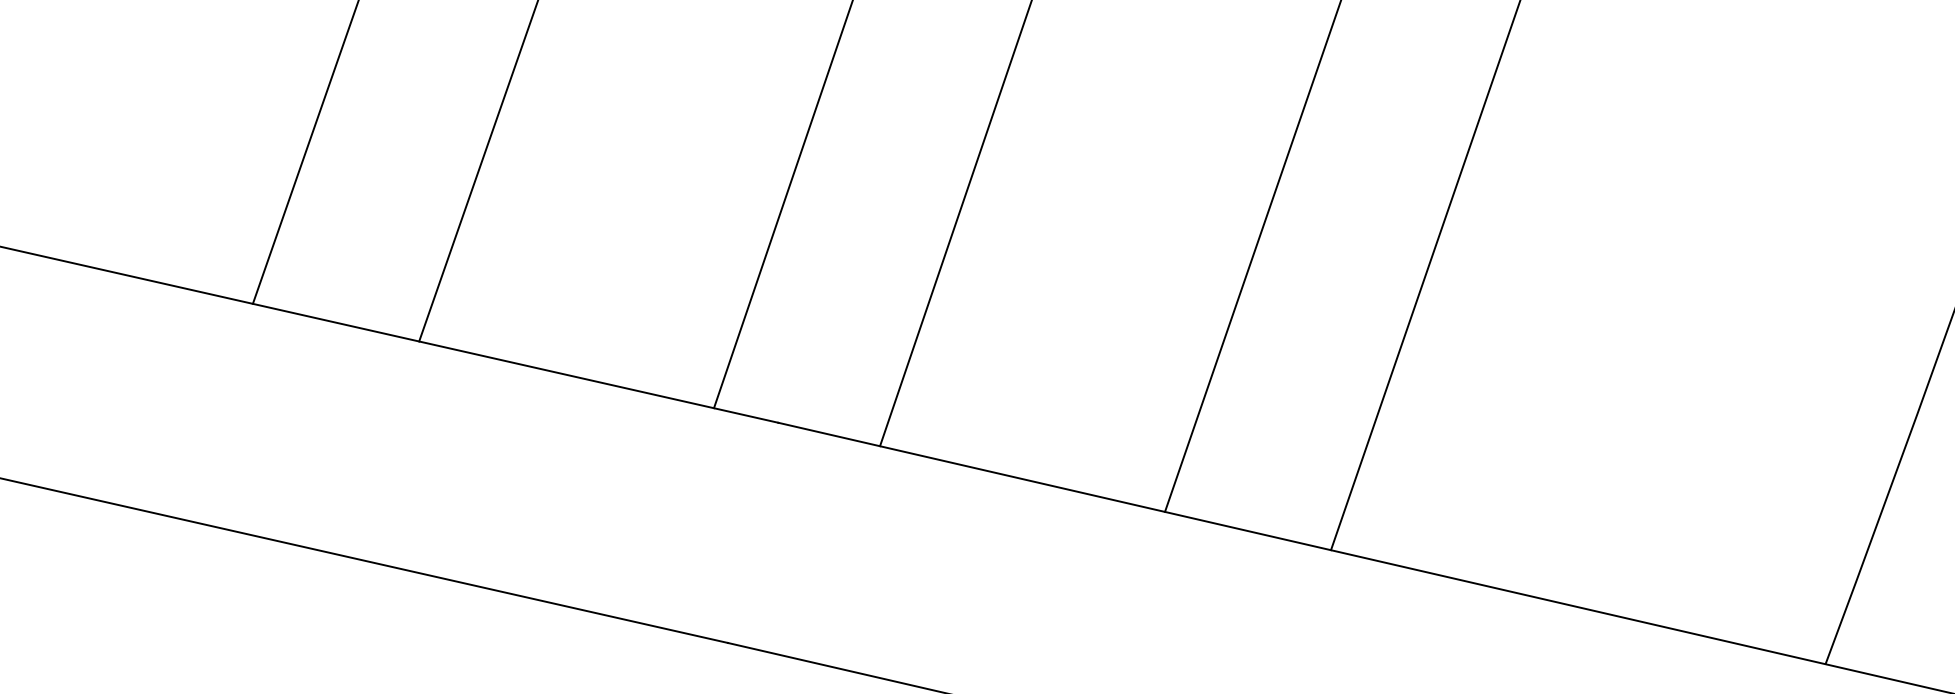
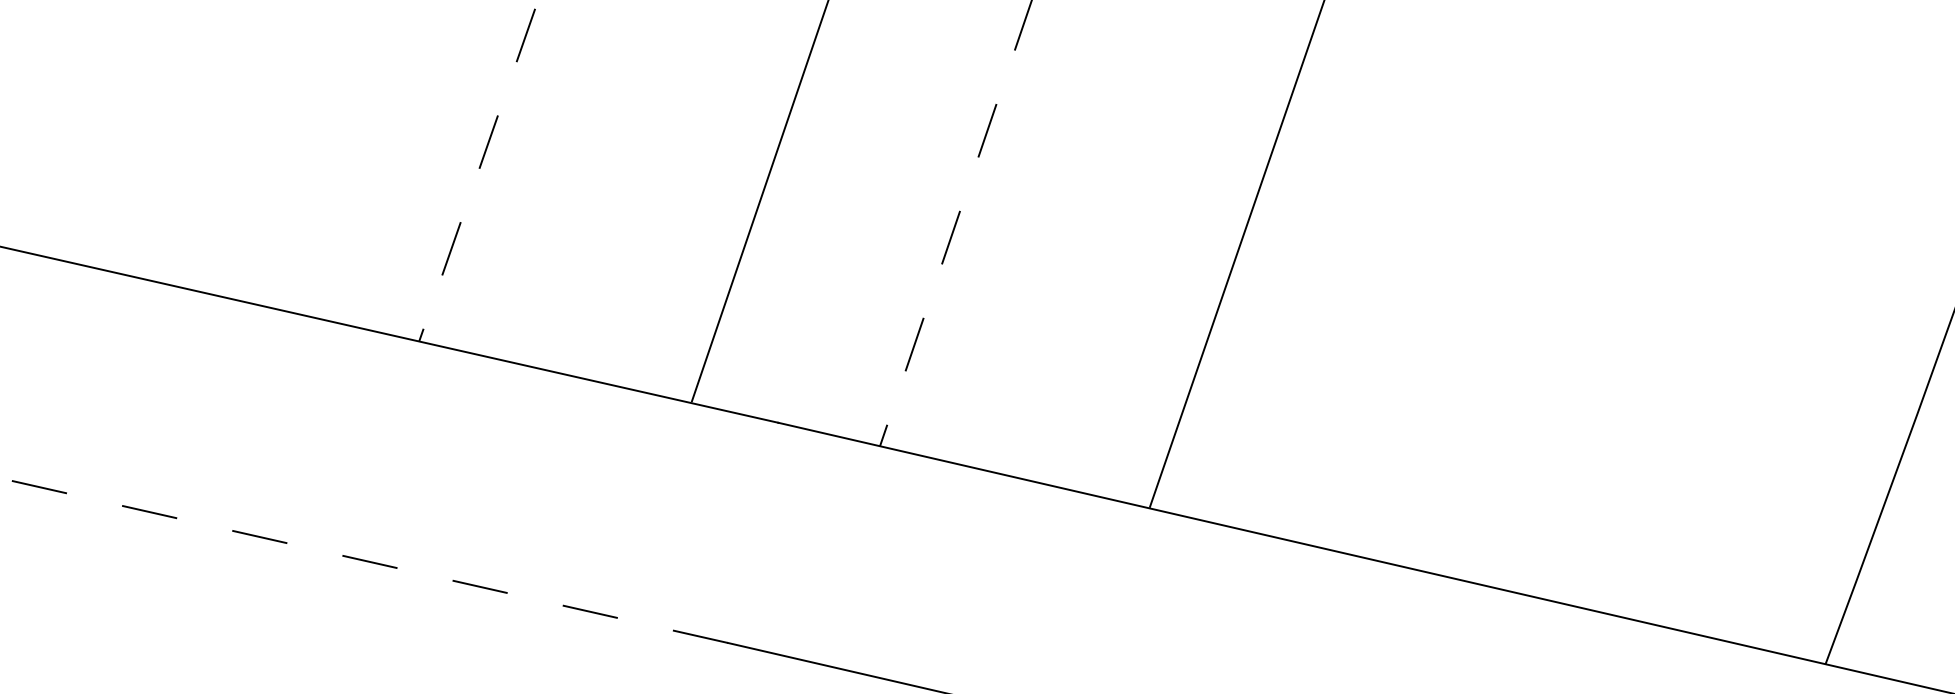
line at (305, 152): present -> none
line at (478, 170): solid -> dashed
line at (783, 205) position: (783, 205) -> (759, 201)
line at (955, 223): solid -> dashed
line at (1252, 256) position: (1252, 256) -> (1236, 254)
line at (1425, 276): present -> none
line at (363, 560): solid -> dashed
